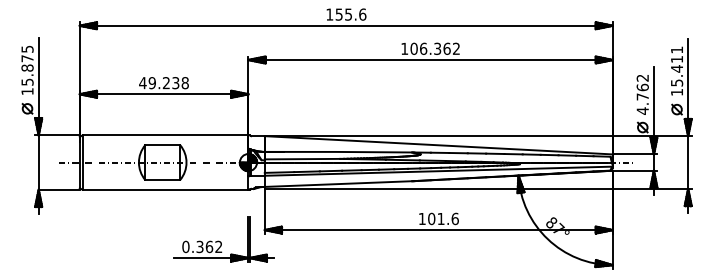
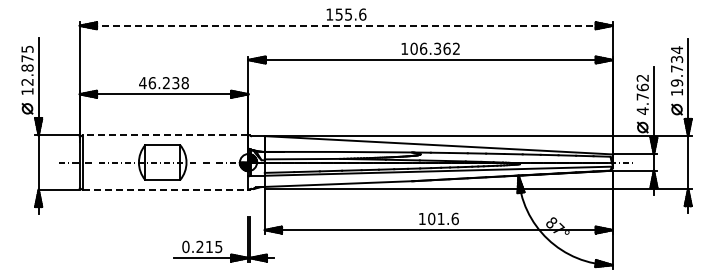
line at (346, 25): solid -> dashed
text at (676, 66): 15.411 -> 19.734
text at (27, 81): 15.875 -> 12.875
text at (152, 83): 49.238 -> 46.238
line at (165, 135): solid -> dashed
line at (165, 189): solid -> dashed
text at (209, 246): 0.362 -> 0.215
